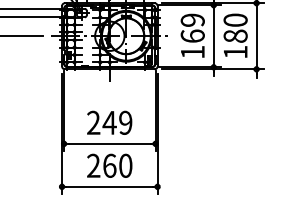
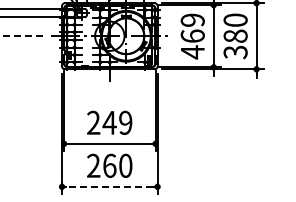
line at (21, 36): solid -> dashed
text at (192, 52): 169 -> 469
text at (235, 52): 180 -> 380
line at (109, 186): solid -> dashed
